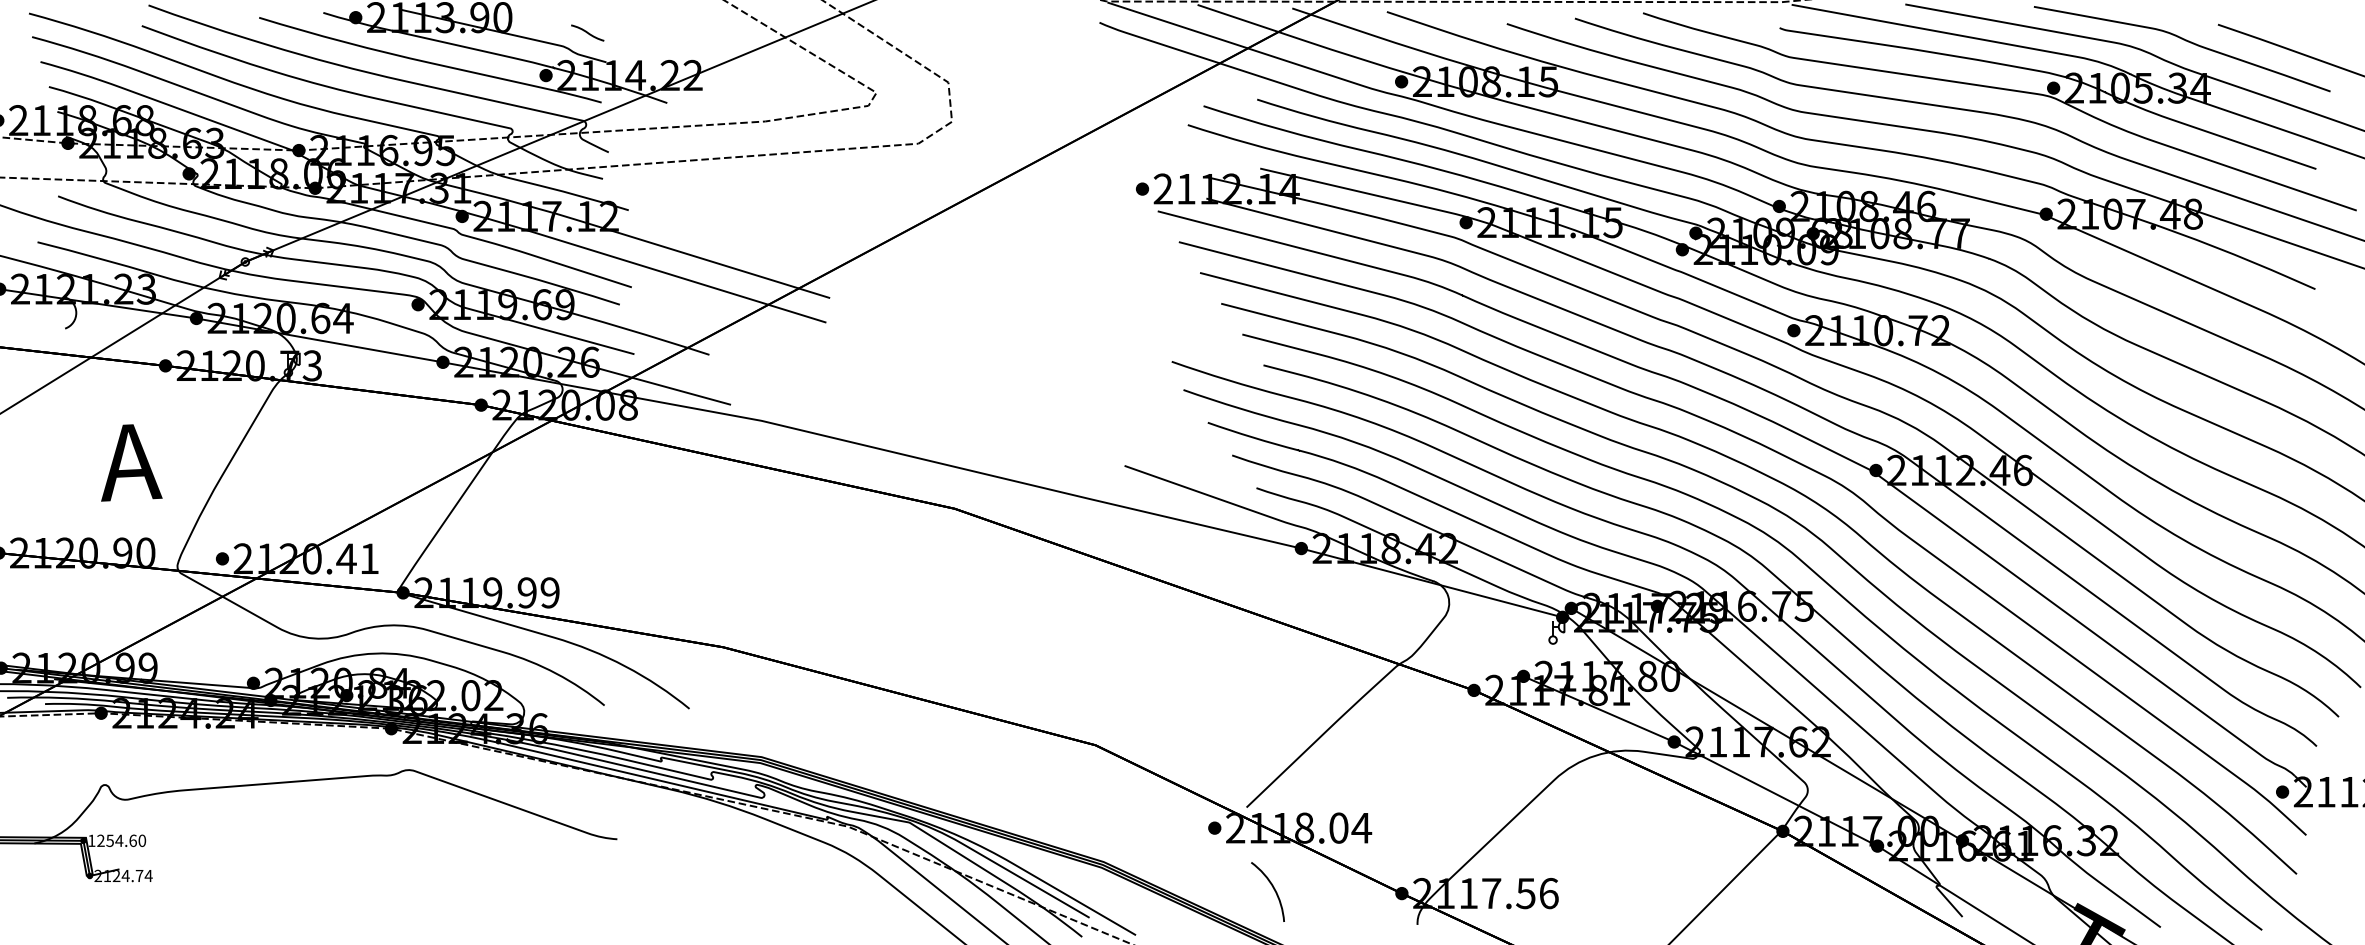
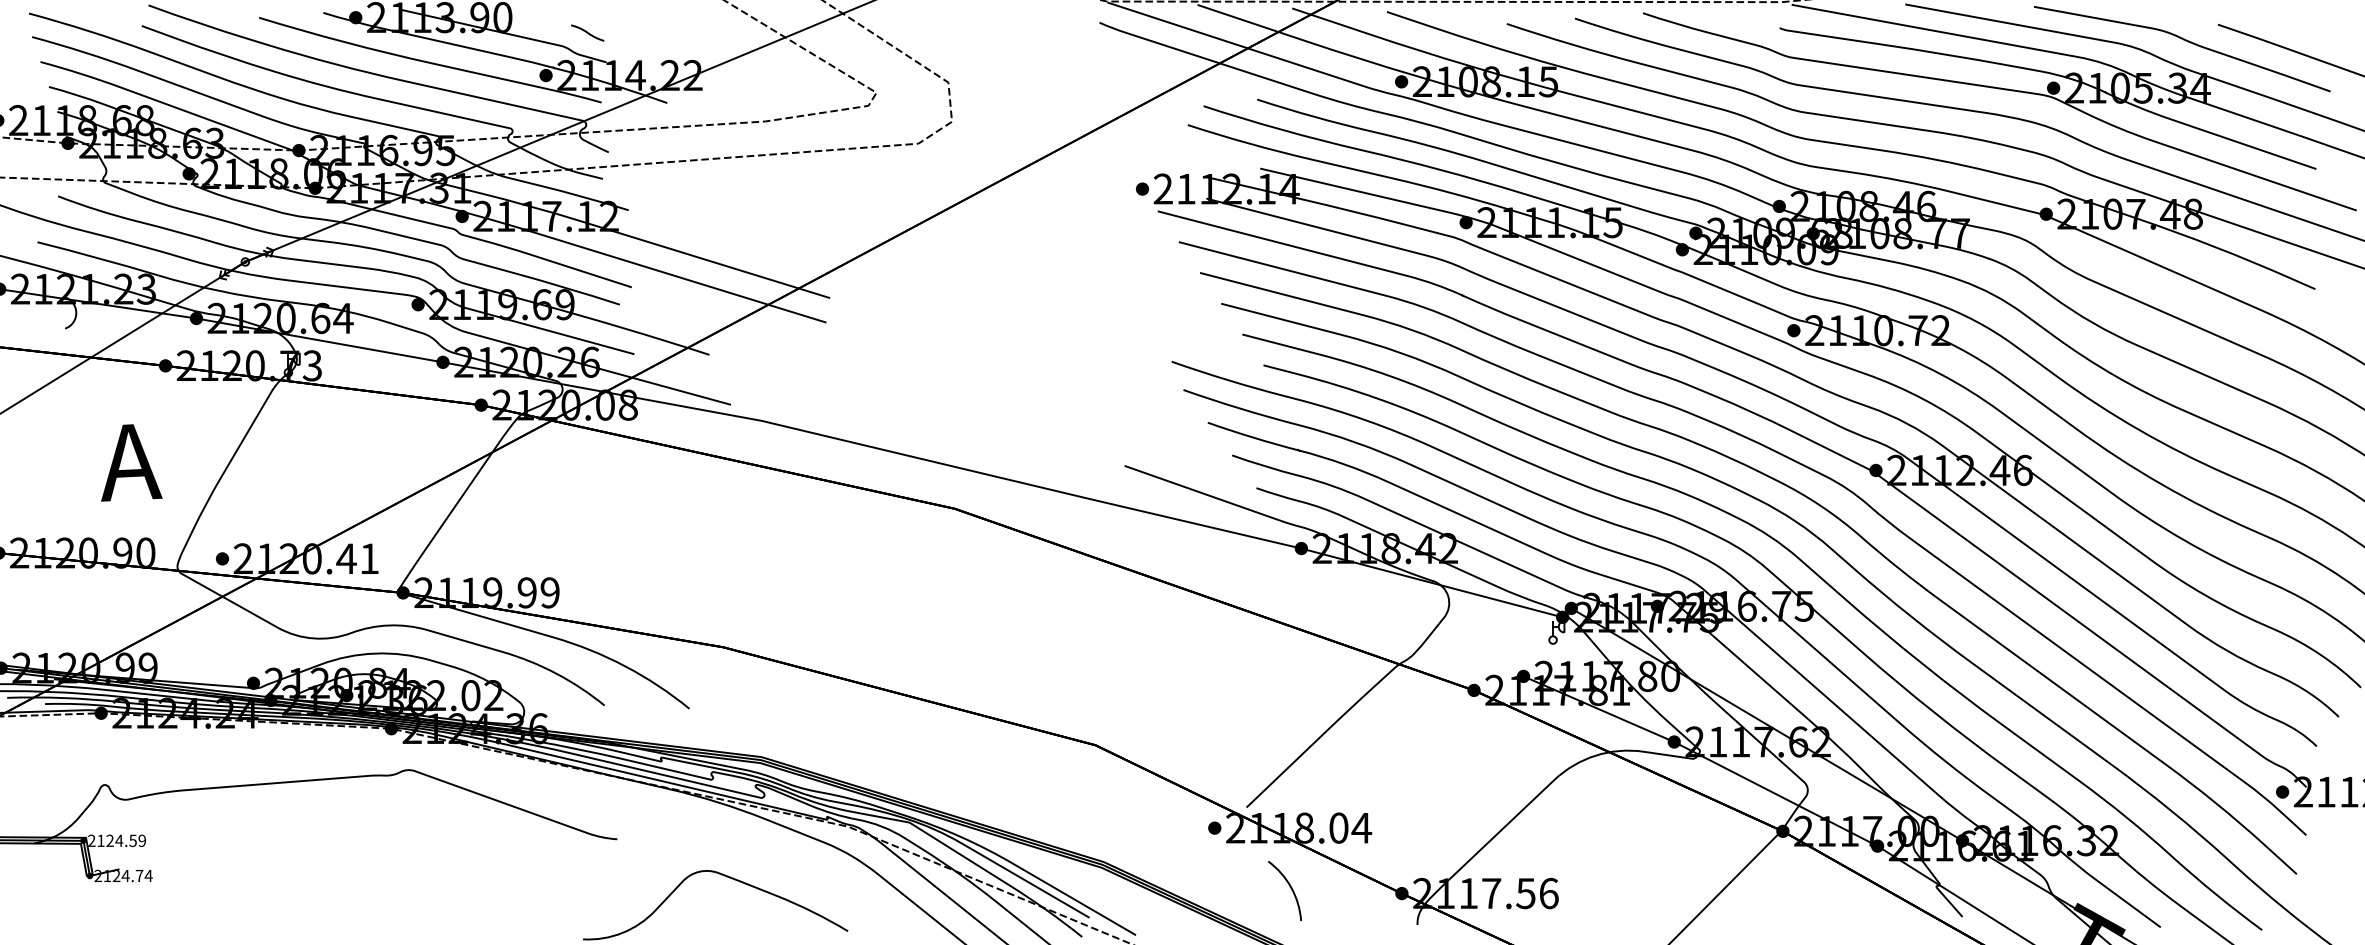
text at (117, 840): 1254.60 -> 2124.59
curve at (726, 877): none -> present
curve at (1273, 889) position: (1273, 889) -> (1290, 888)
